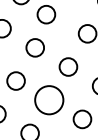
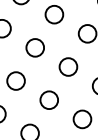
circle at (46, 14) position: (46, 14) -> (54, 14)
circle at (49, 100) diameter: 28 px -> 18 px
